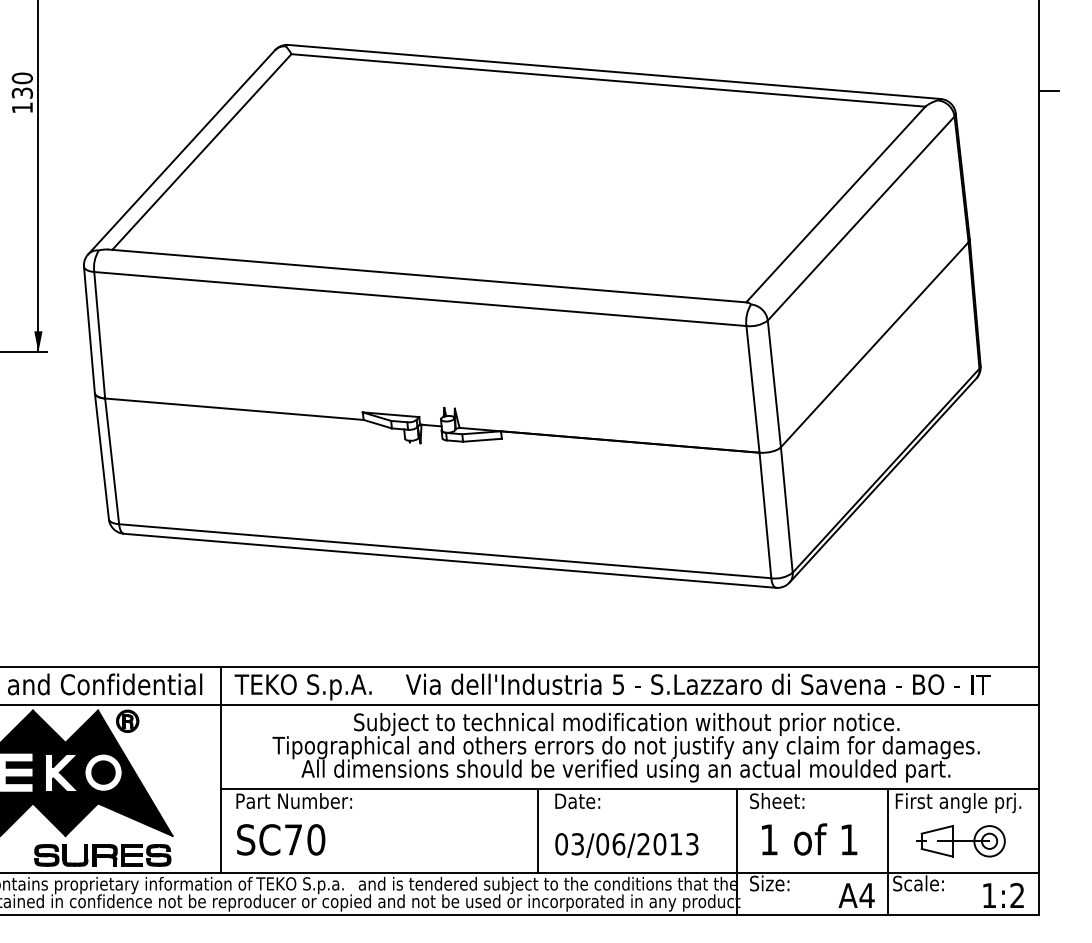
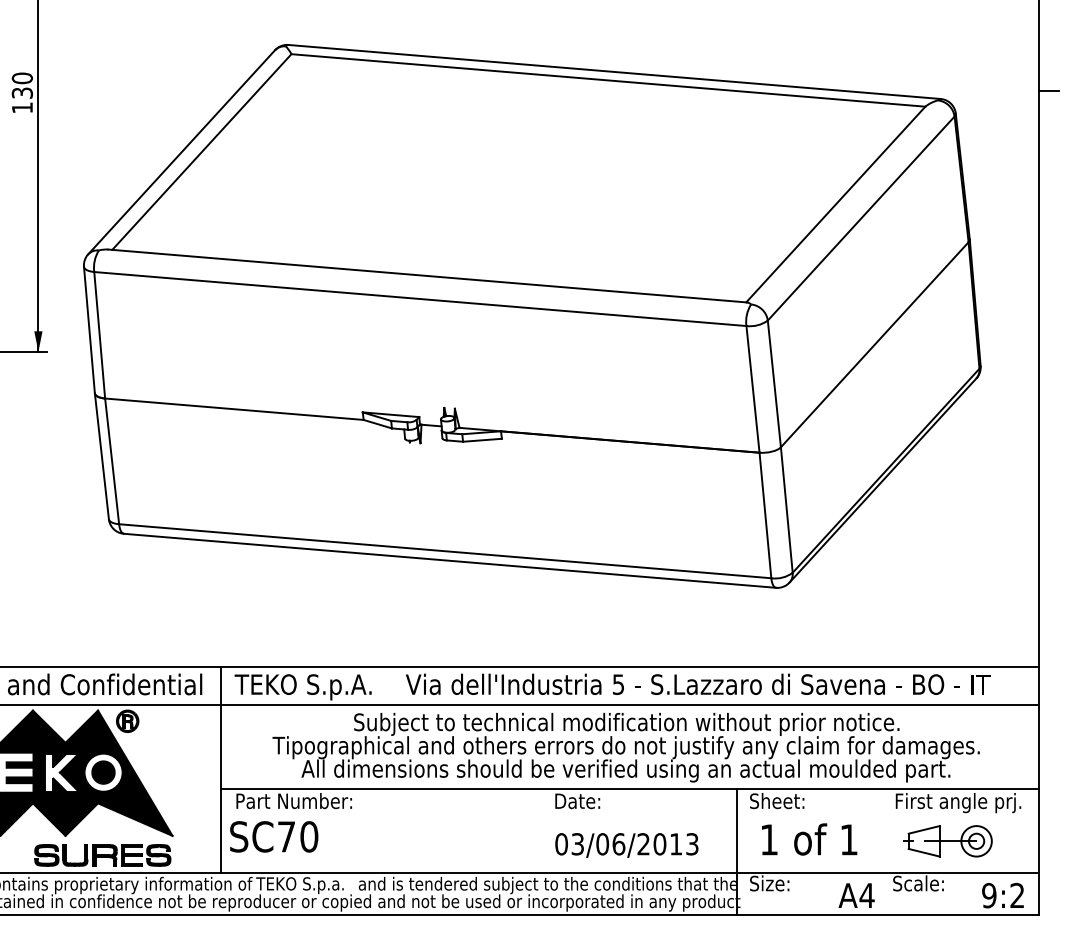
line at (537, 831): present -> none
text at (281, 839) position: (281, 839) -> (274, 836)
part at (960, 841) position: (960, 841) -> (947, 841)
line at (887, 851): present -> none
text at (989, 895): 1:2 -> 9:2
